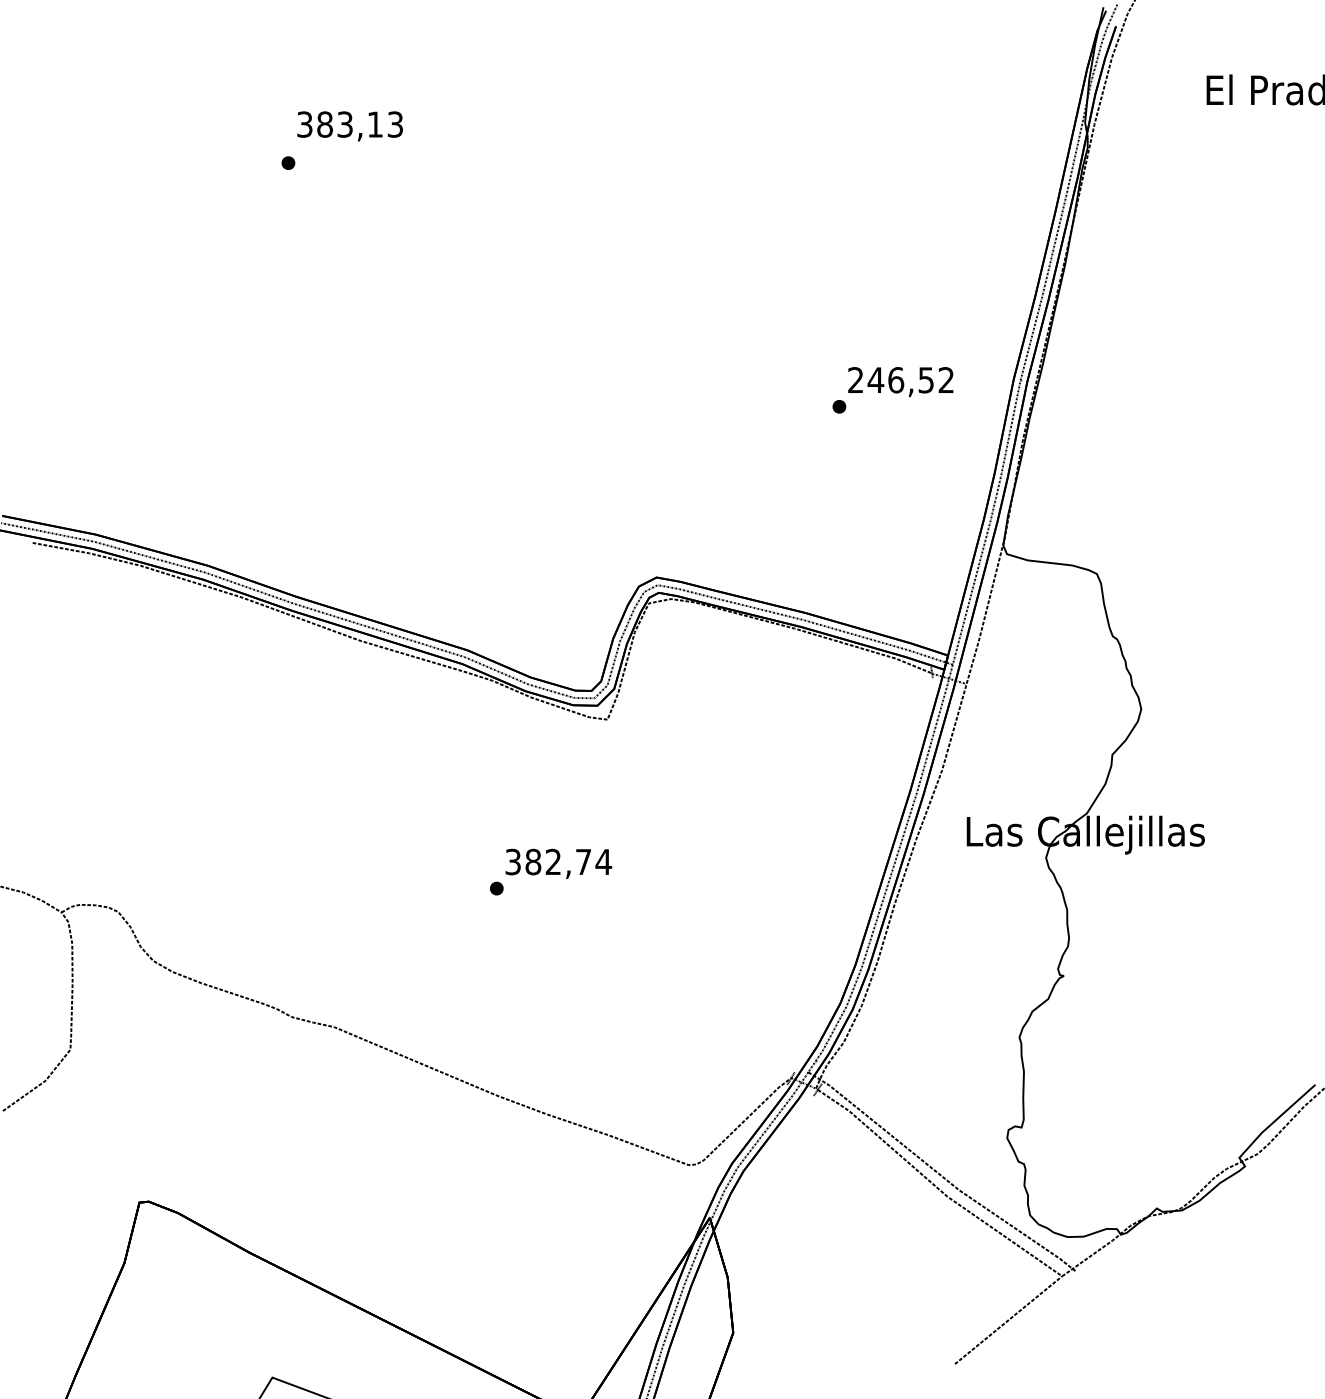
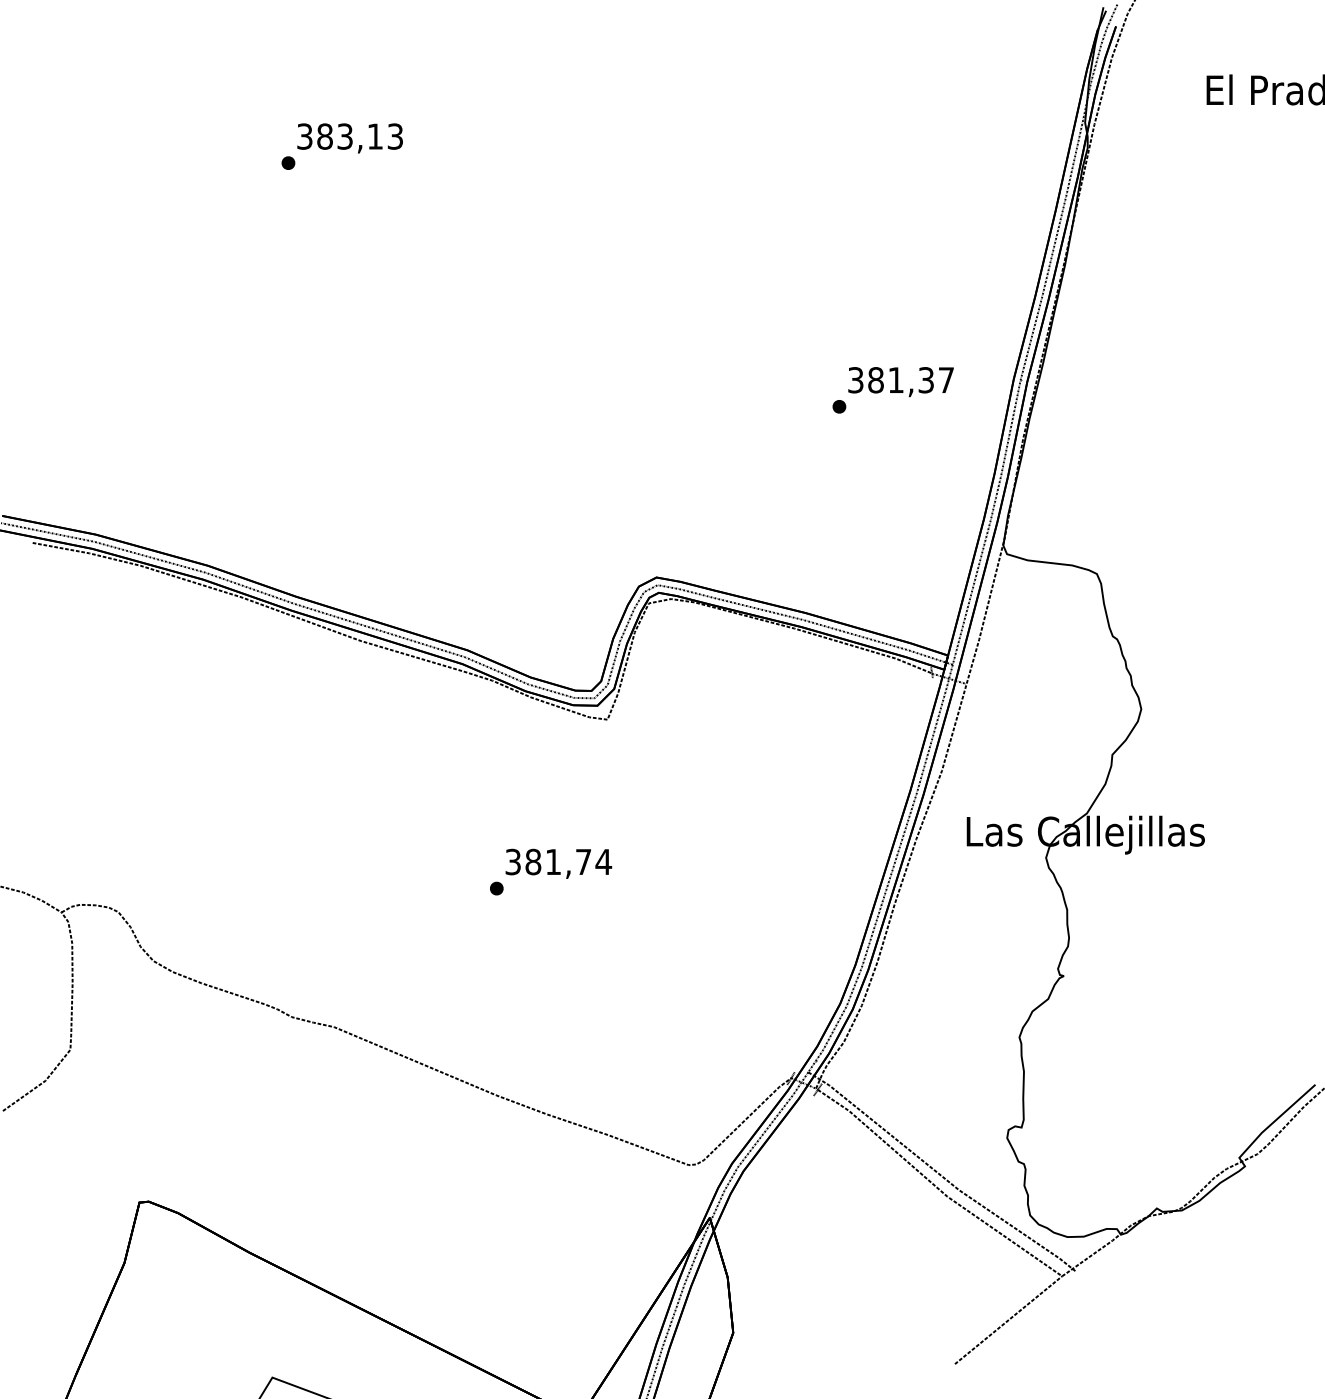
text at (349, 126) position: (349, 126) -> (349, 138)
text at (900, 380): 246,52 -> 381,37
text at (552, 861): 382,74 -> 381,74
